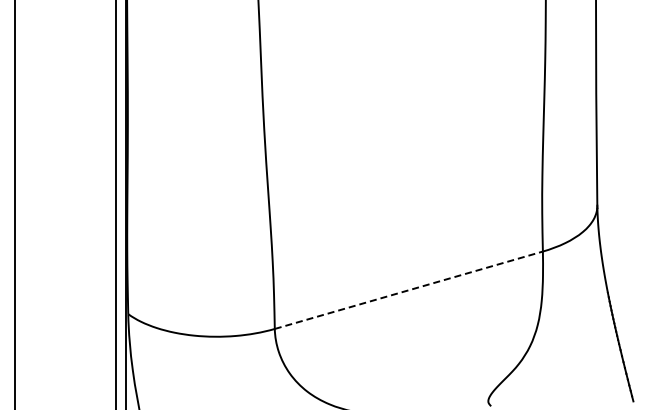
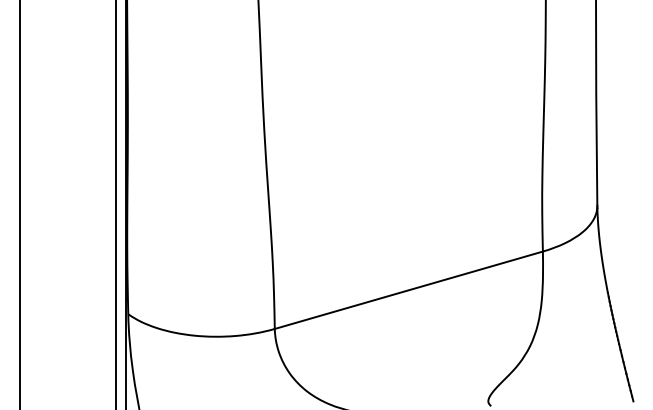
line at (14, 204) position: (14, 204) -> (19, 204)
line at (408, 290): dashed -> solid
